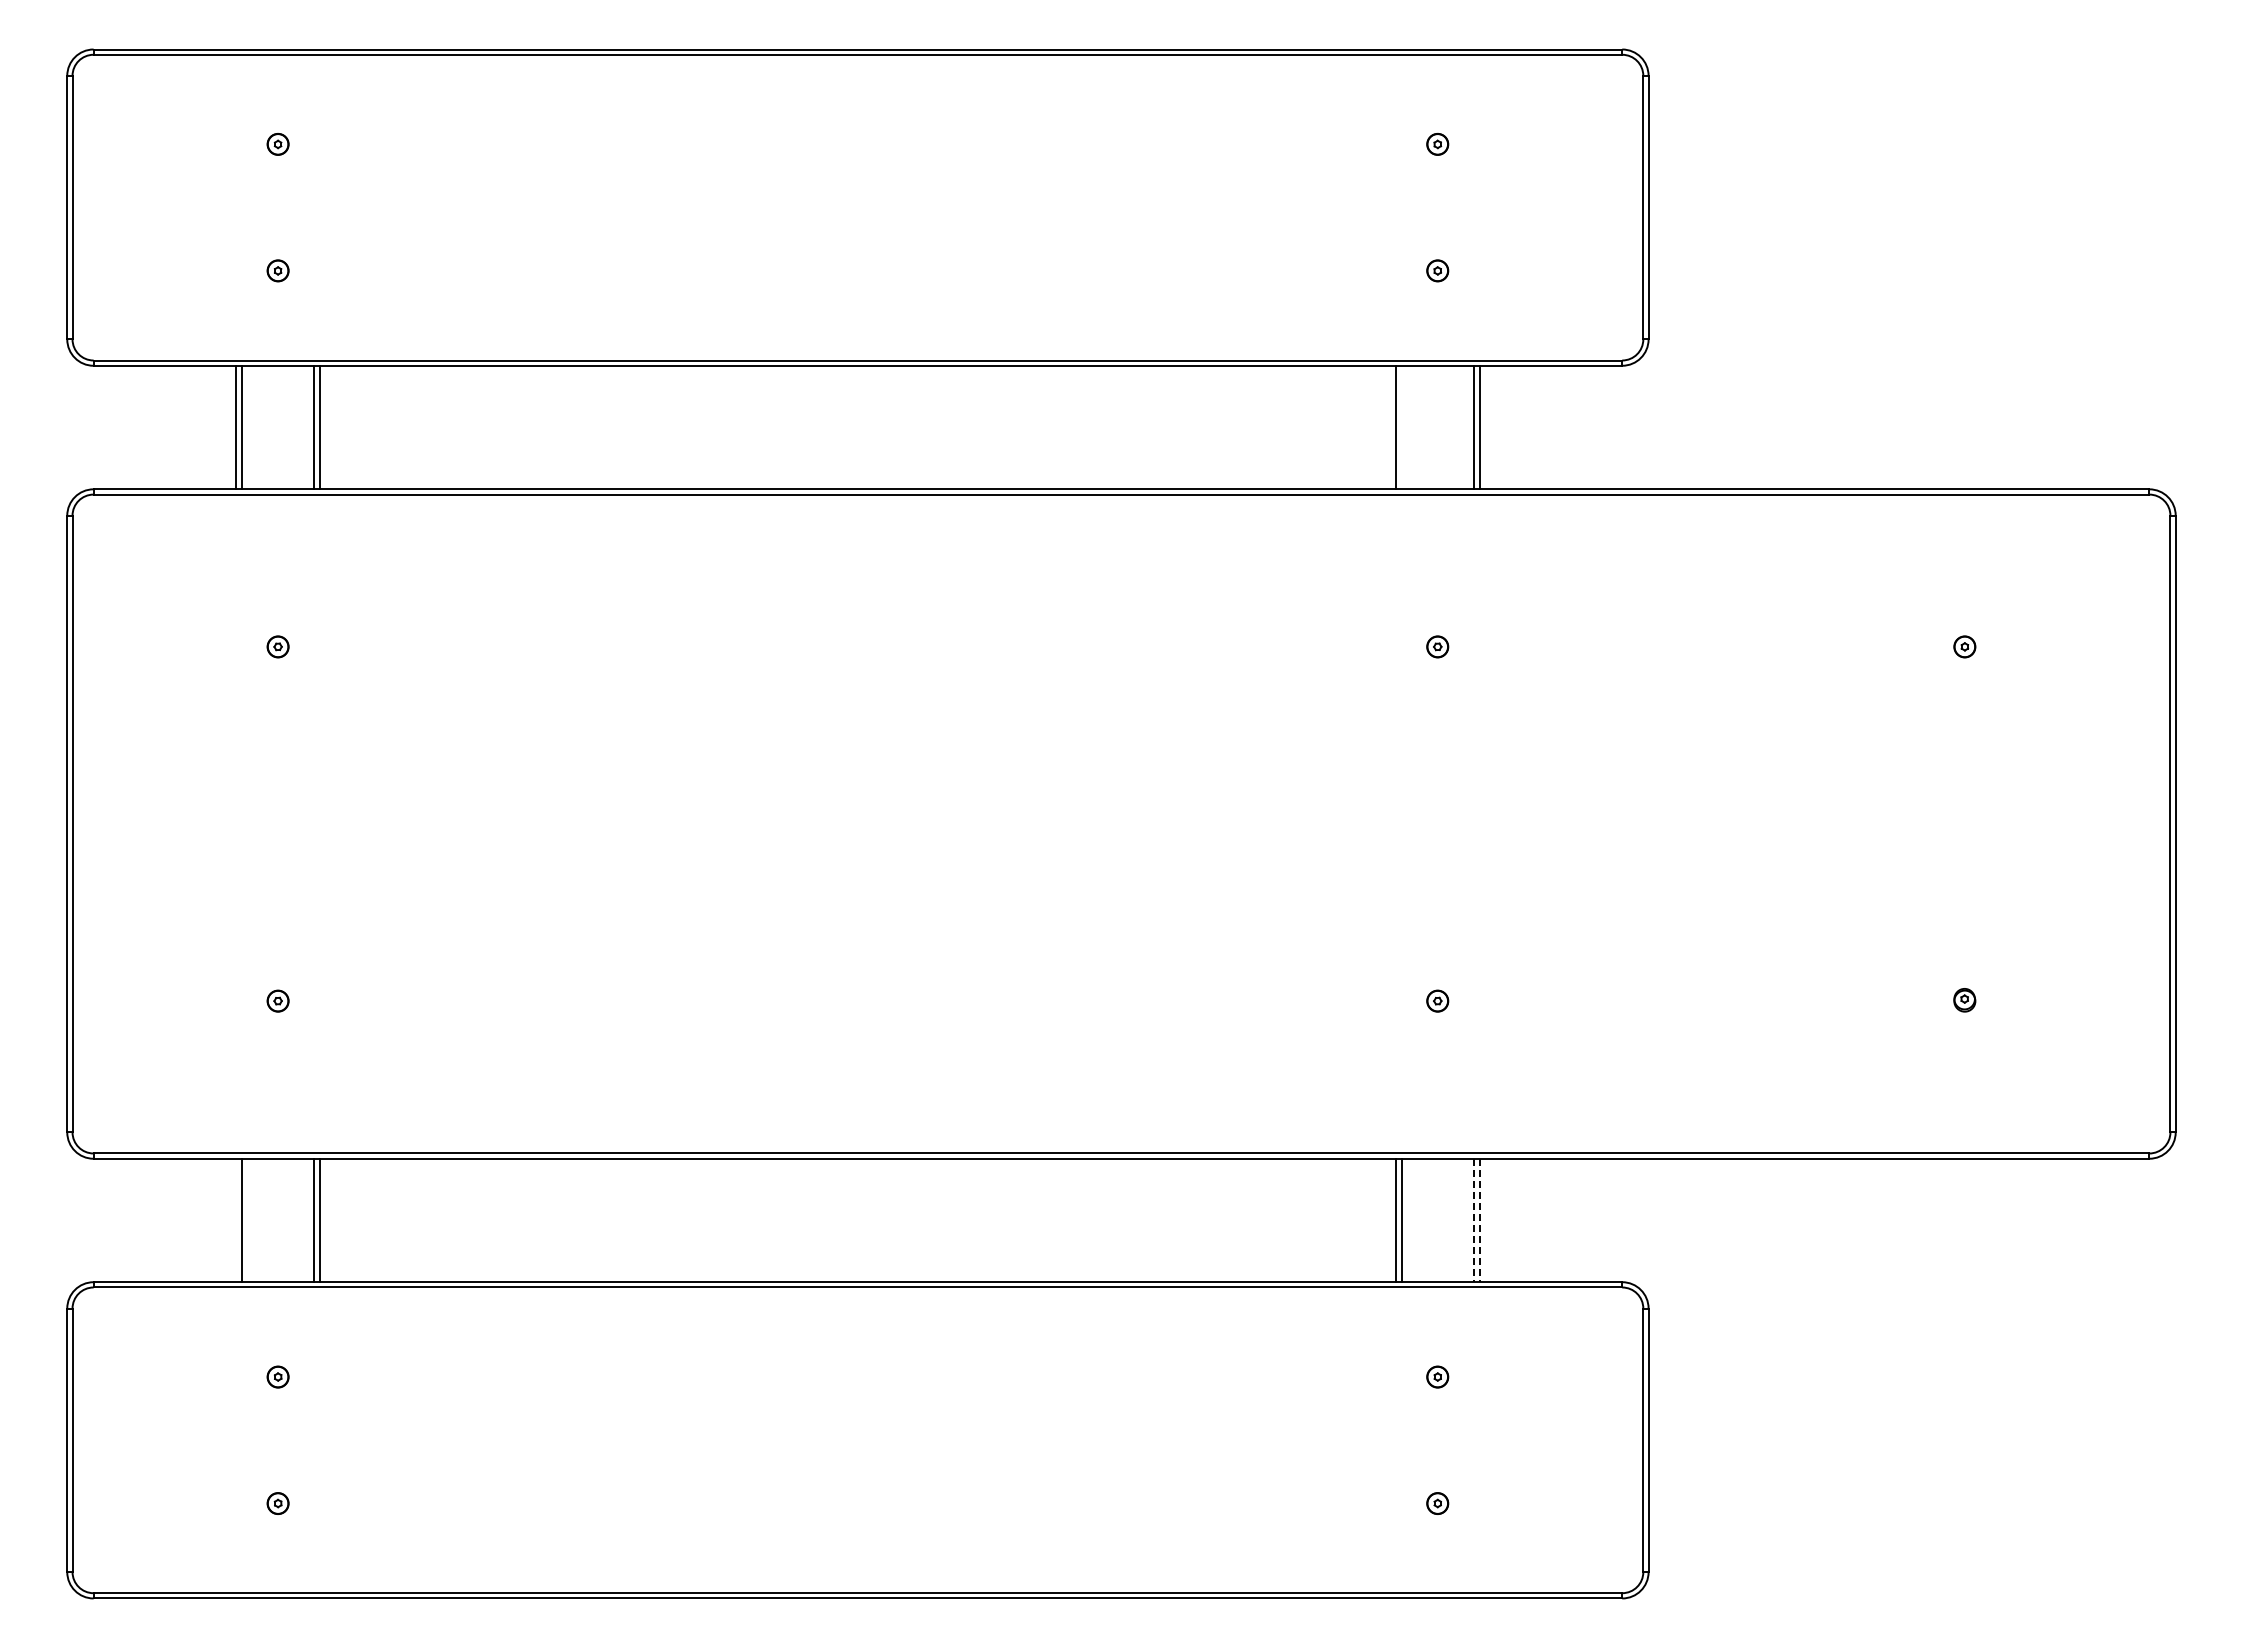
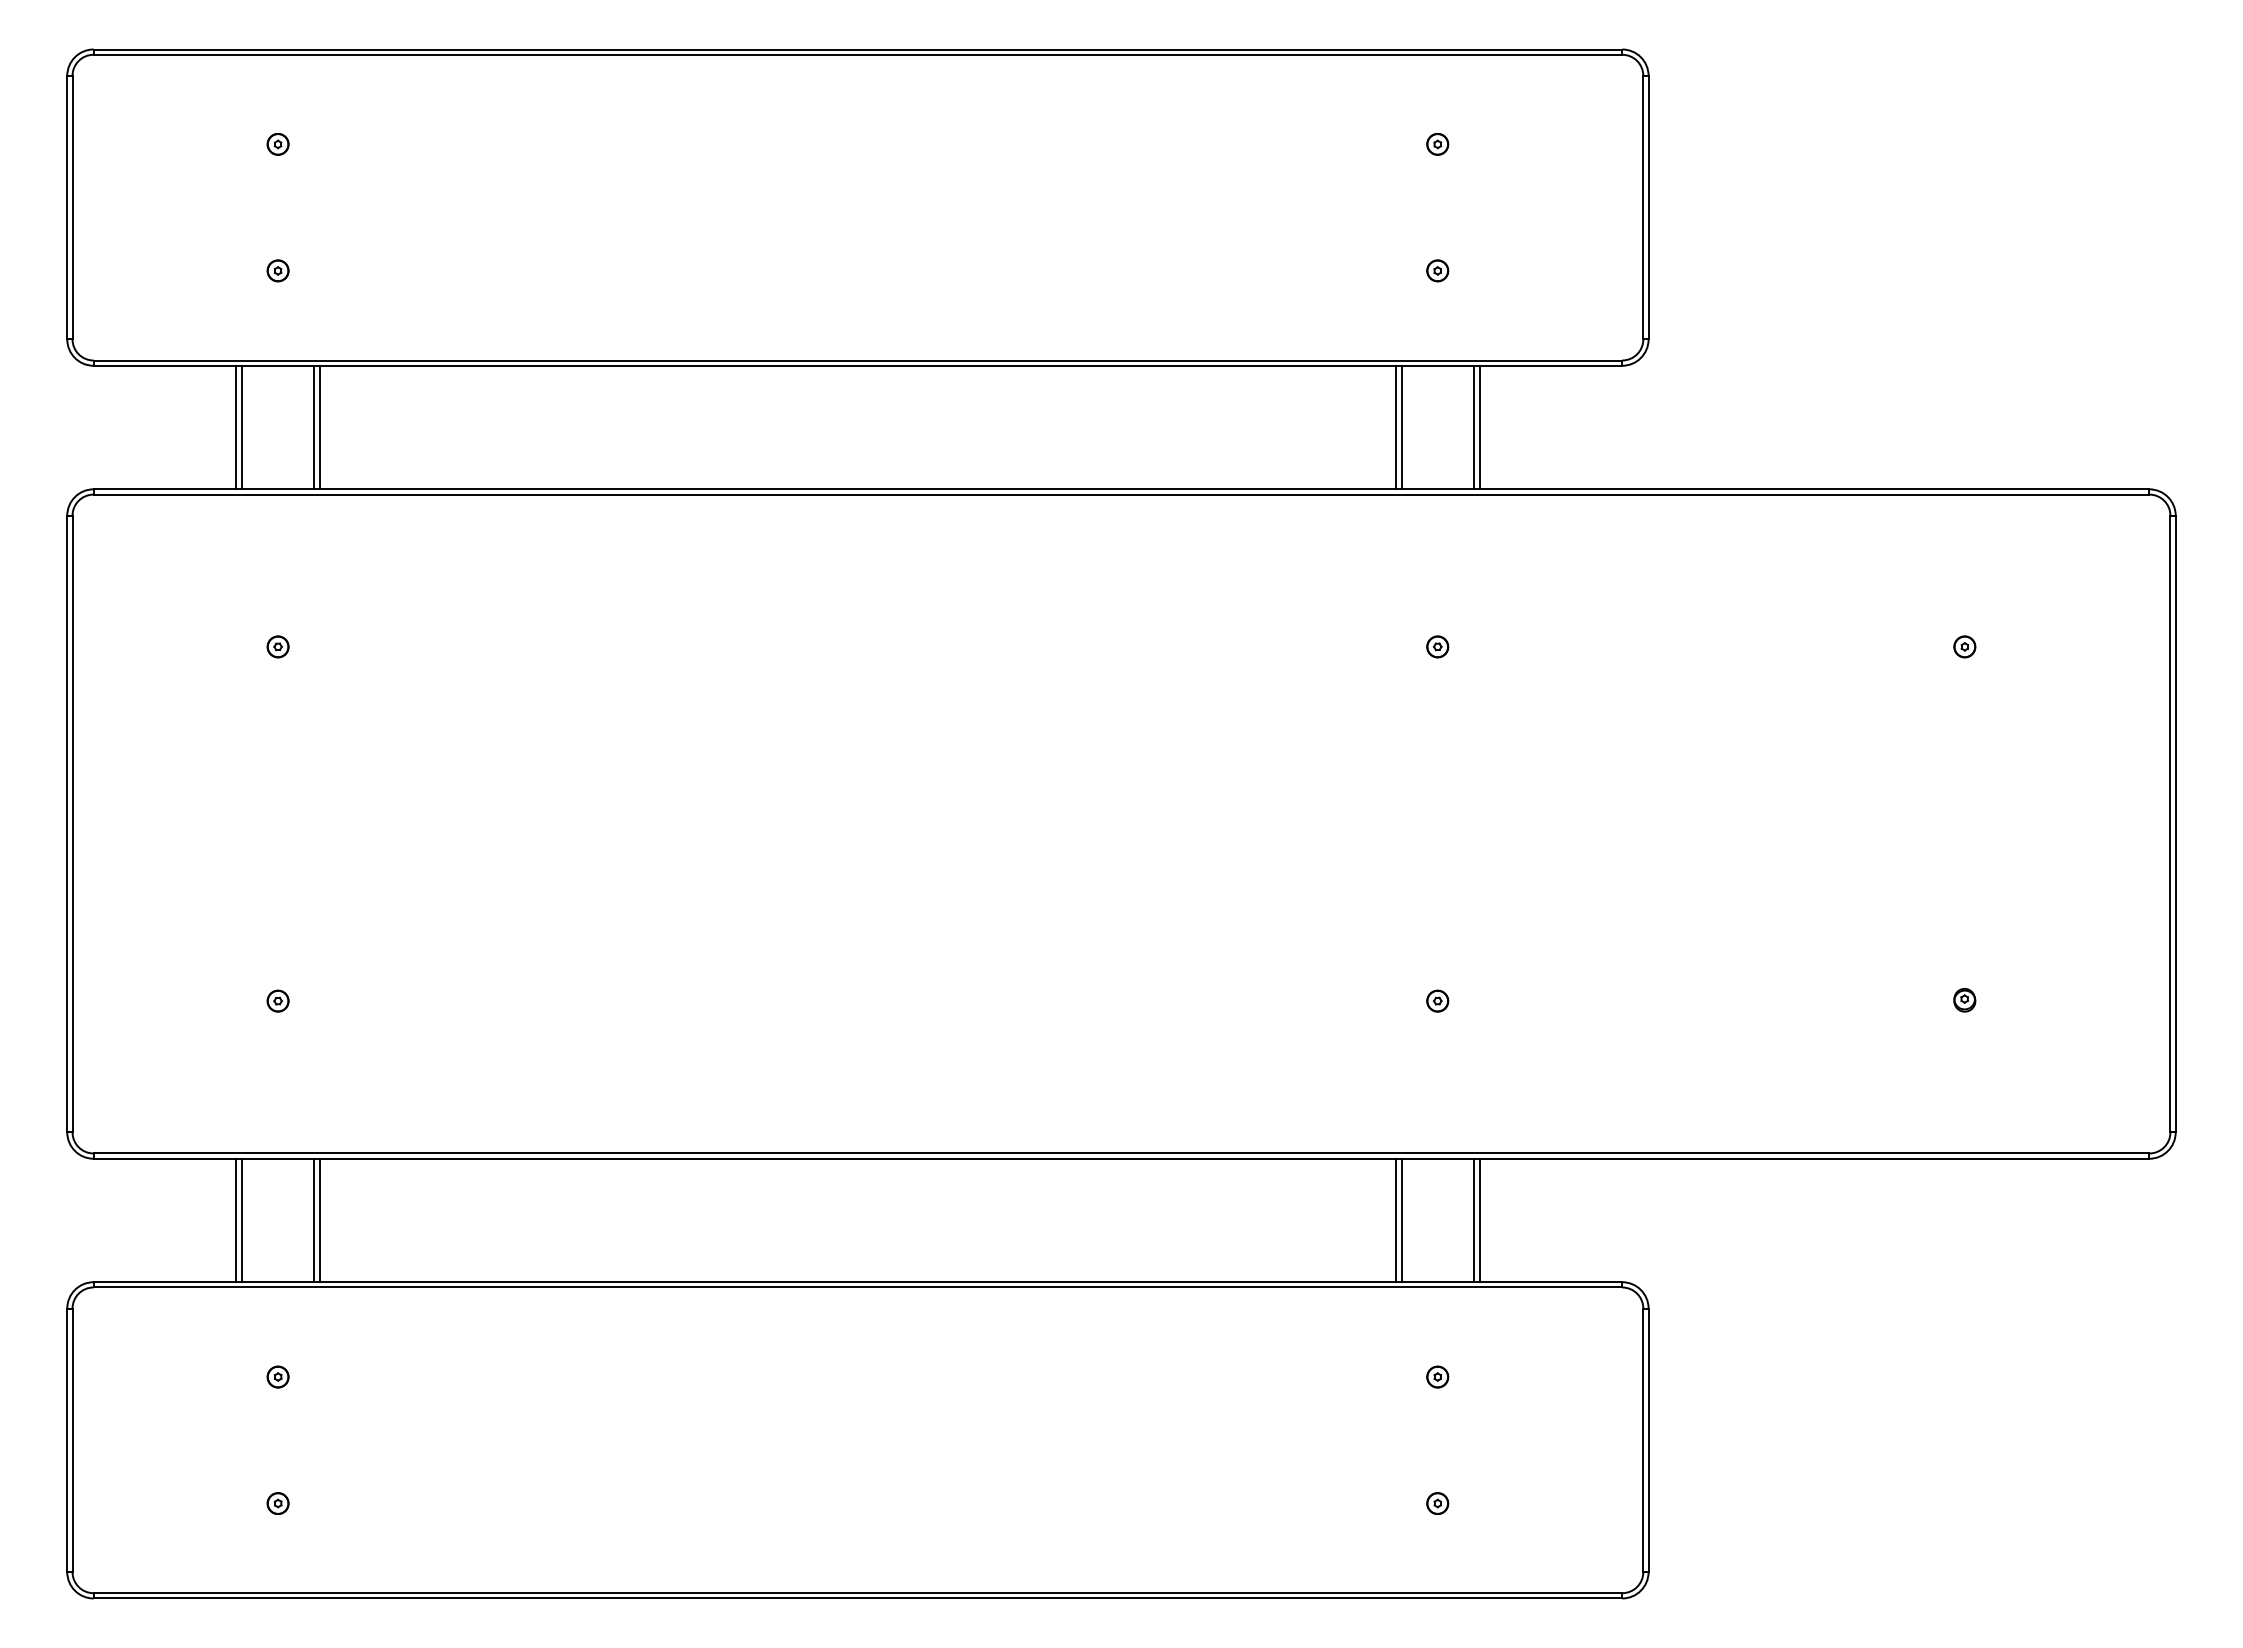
line at (1401, 427): none -> present
line at (235, 1220): none -> present
line at (1473, 1220): dashed -> solid
line at (1479, 1220): dashed -> solid
